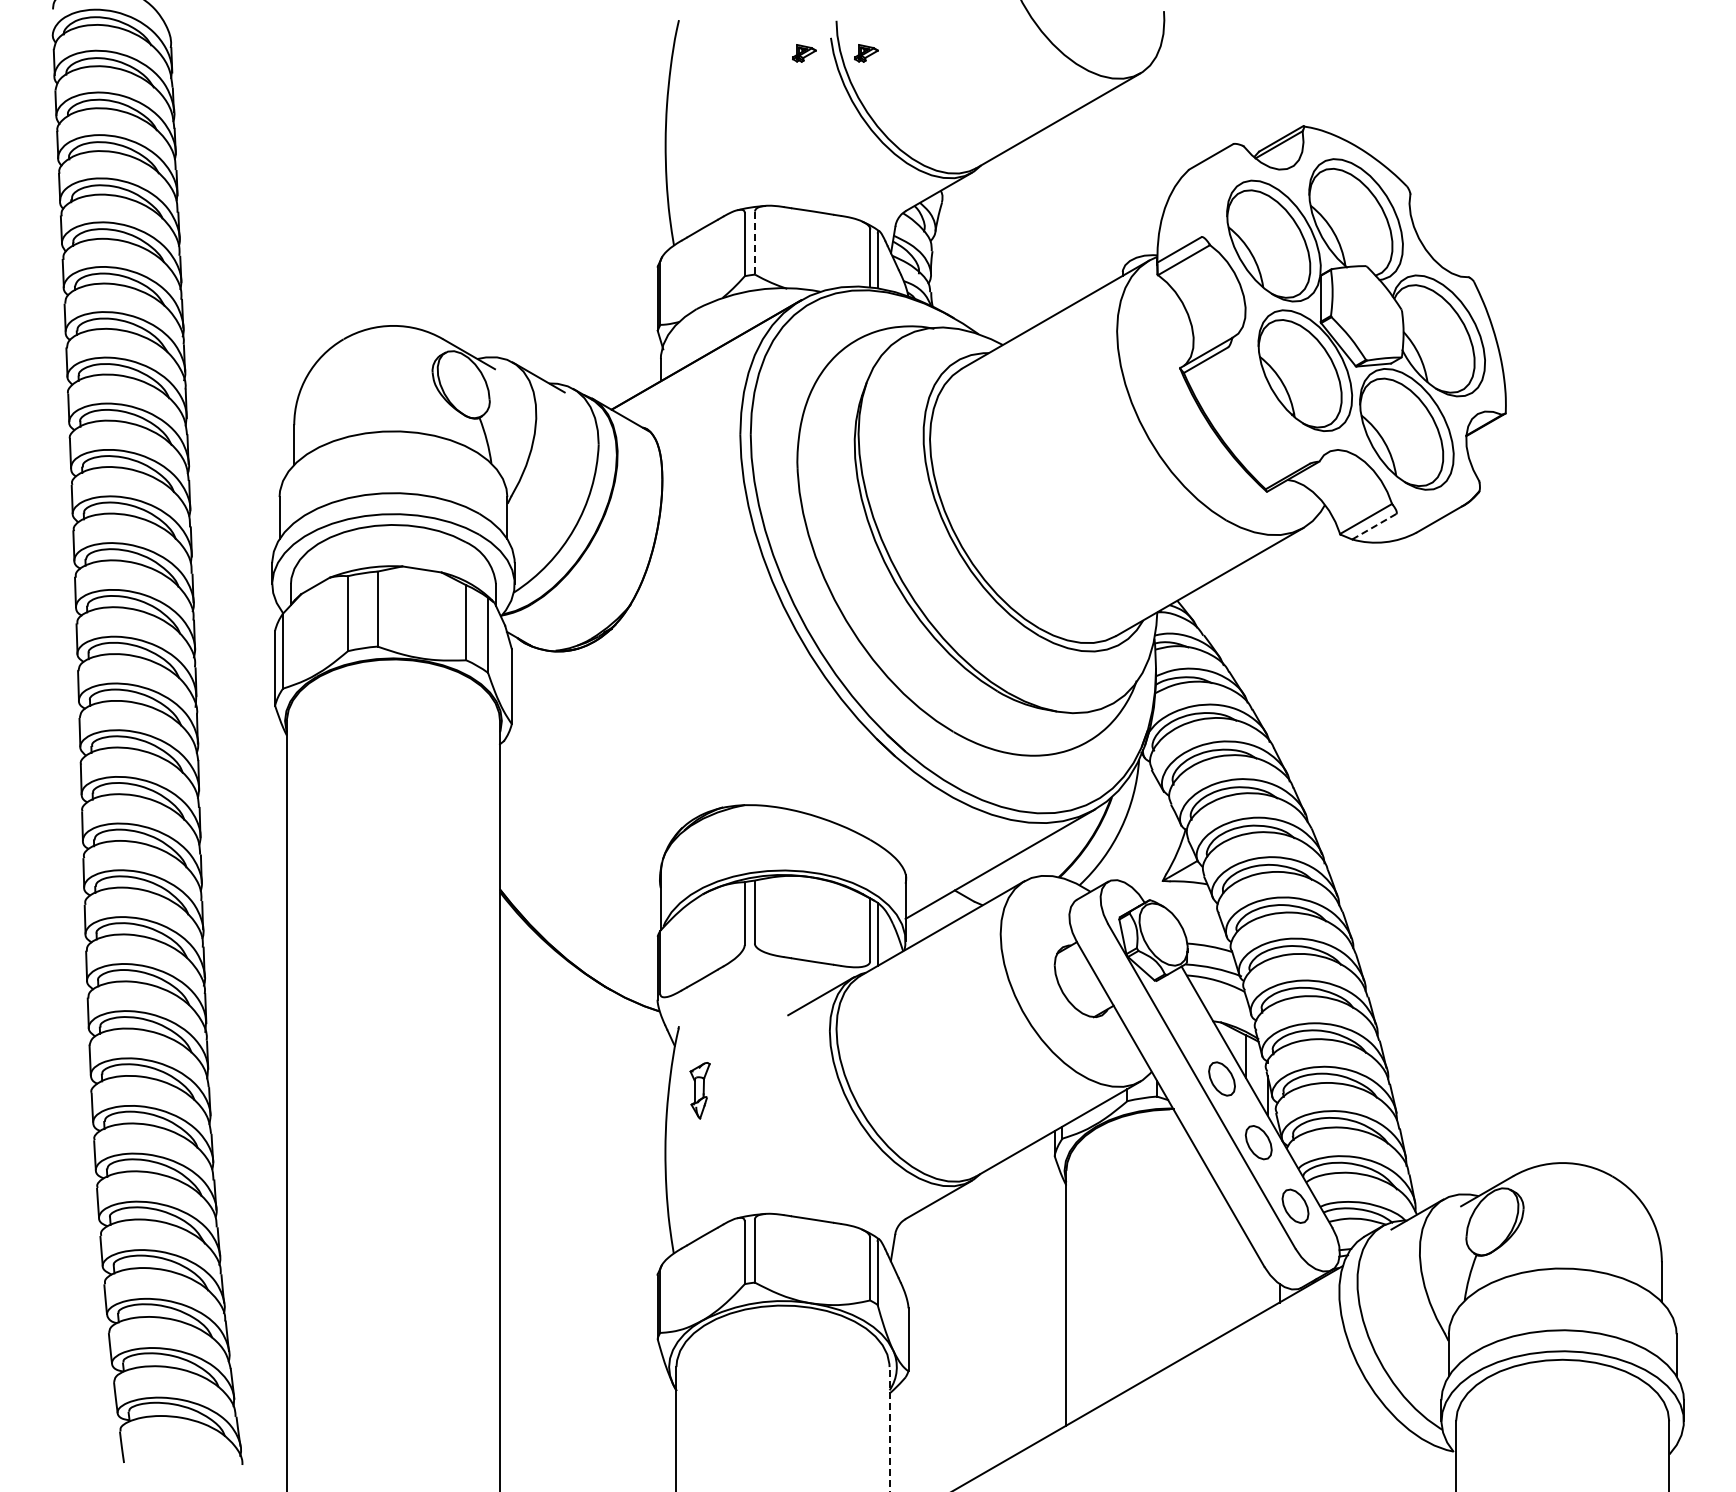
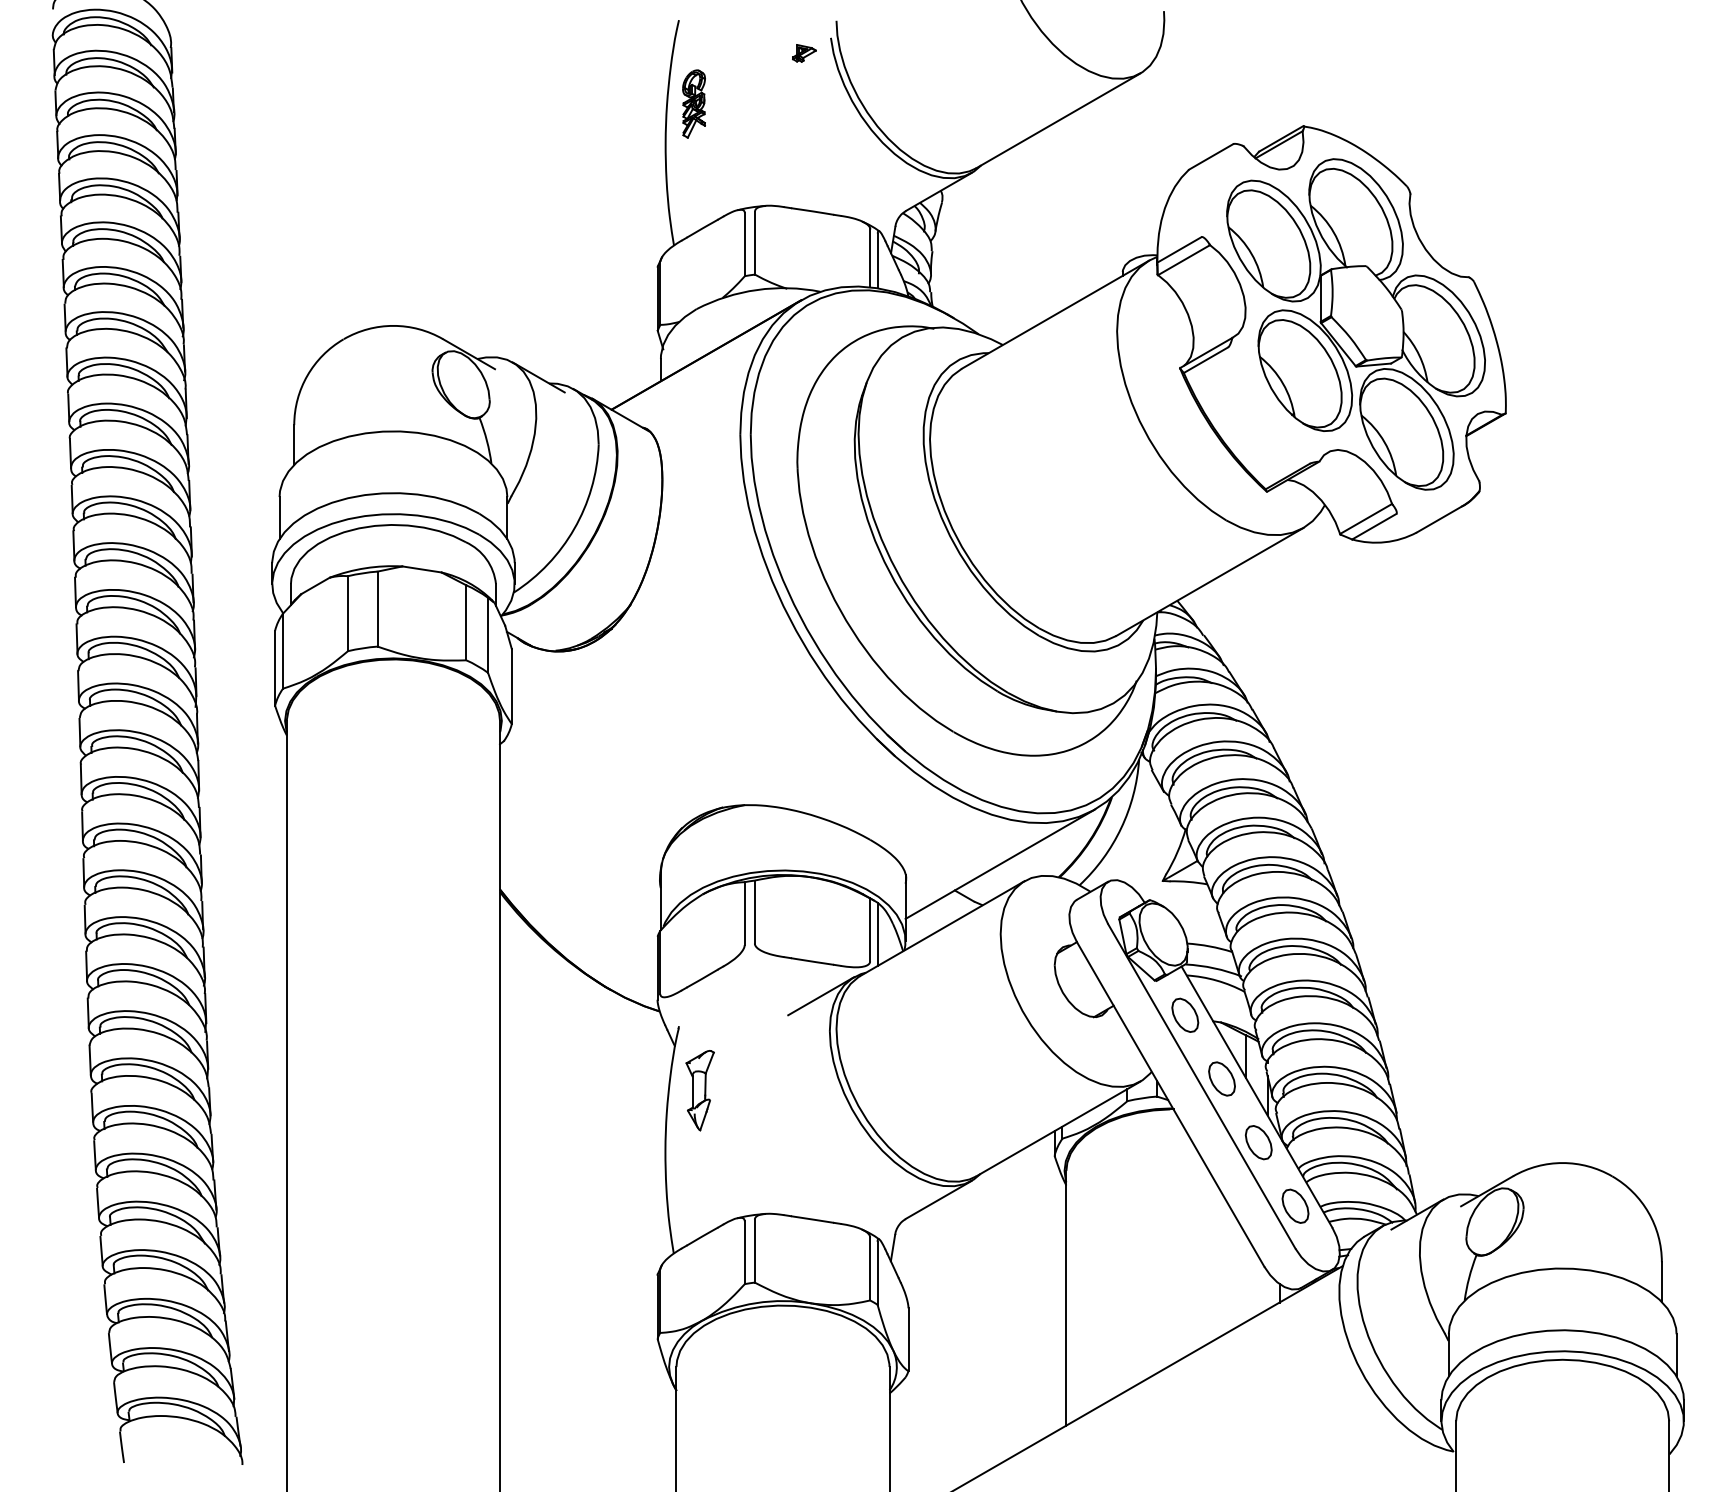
part at (866, 53): present -> none
part at (693, 103): none -> present
line at (755, 243): dashed -> solid
line at (1374, 526): dashed -> solid
part at (1185, 1014): none -> present
part at (699, 1090) size: 22x58 px -> 30x82 px
line at (889, 1428): dashed -> solid
